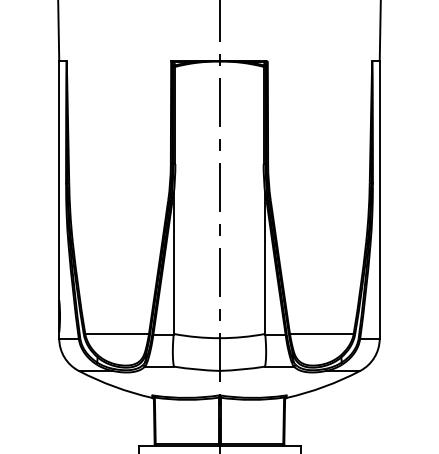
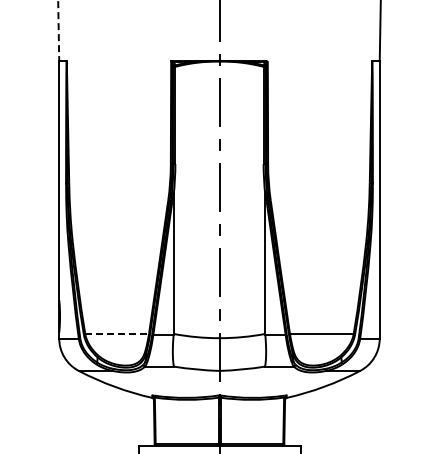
line at (58, 31): solid -> dashed
line at (117, 333): solid -> dashed
